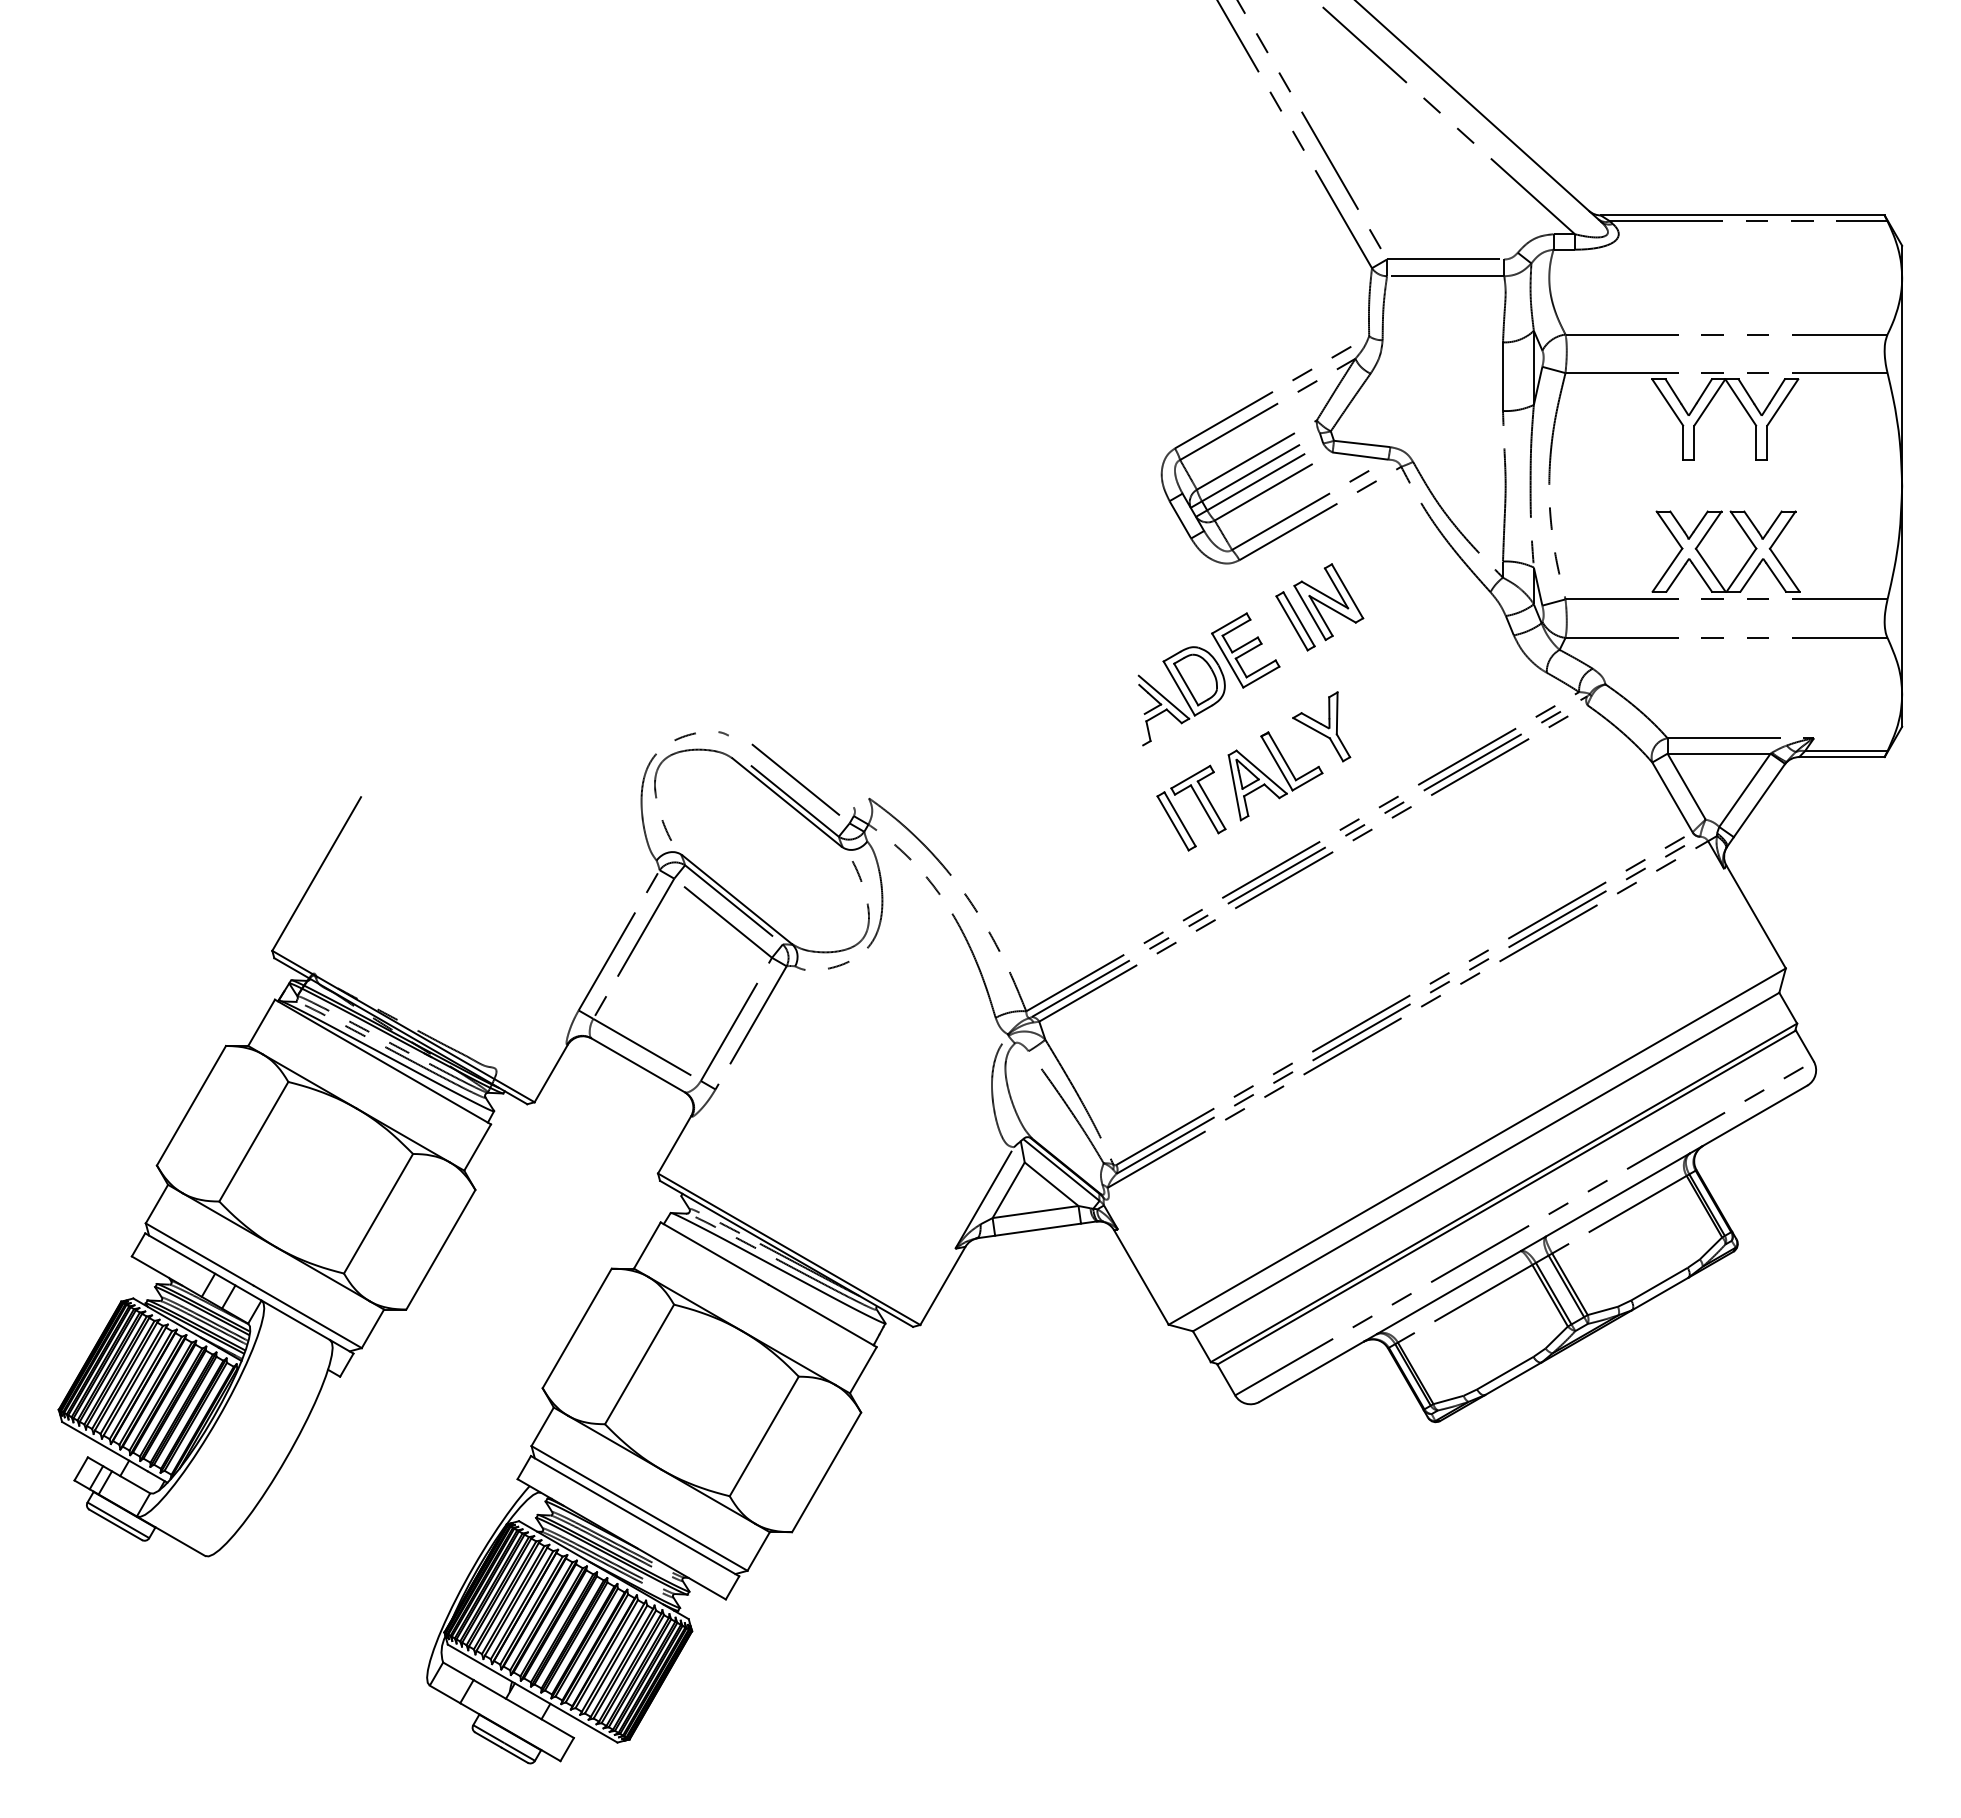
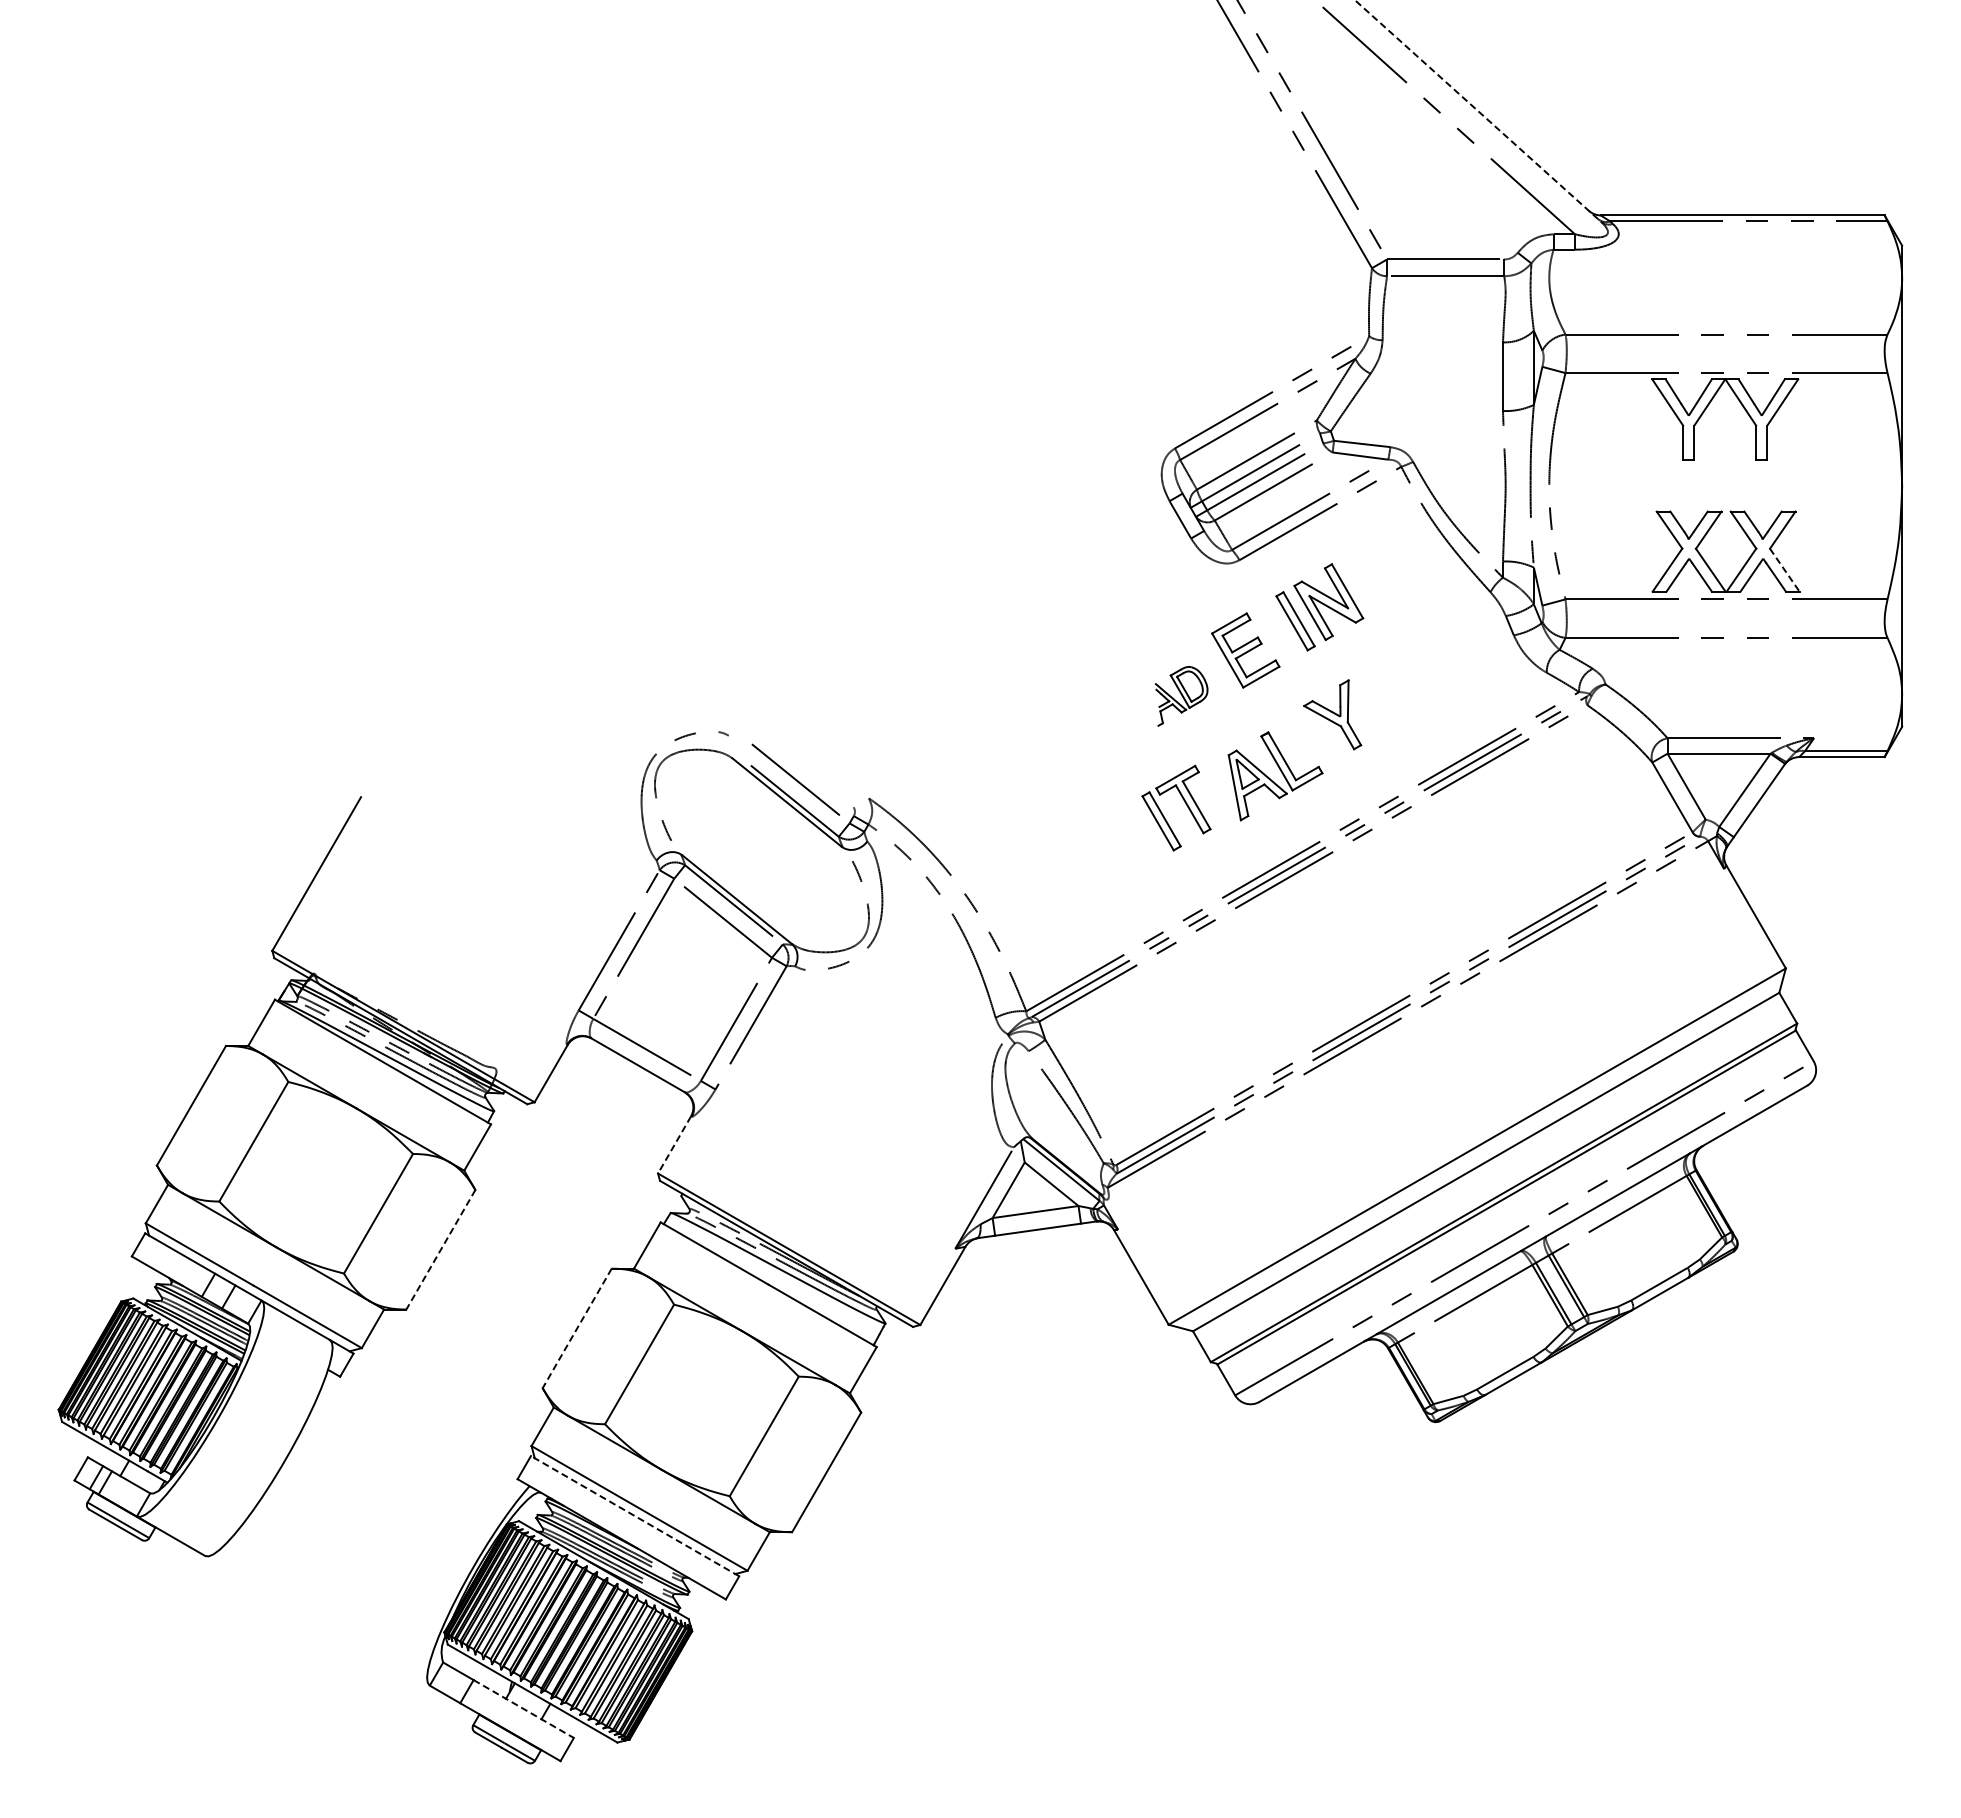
line at (1478, 111): solid -> dashed
line at (1785, 570): solid -> dashed
part at (1181, 696) size: 89x101 px -> 55x61 px
part at (1321, 726) position: (1321, 726) -> (1332, 714)
part at (1199, 802) position: (1199, 802) -> (1184, 802)
line at (674, 1144): solid -> dashed
line at (440, 1250): solid -> dashed
line at (576, 1328): solid -> dashed
line at (634, 1515): solid -> dashed
line at (523, 1709): solid -> dashed
